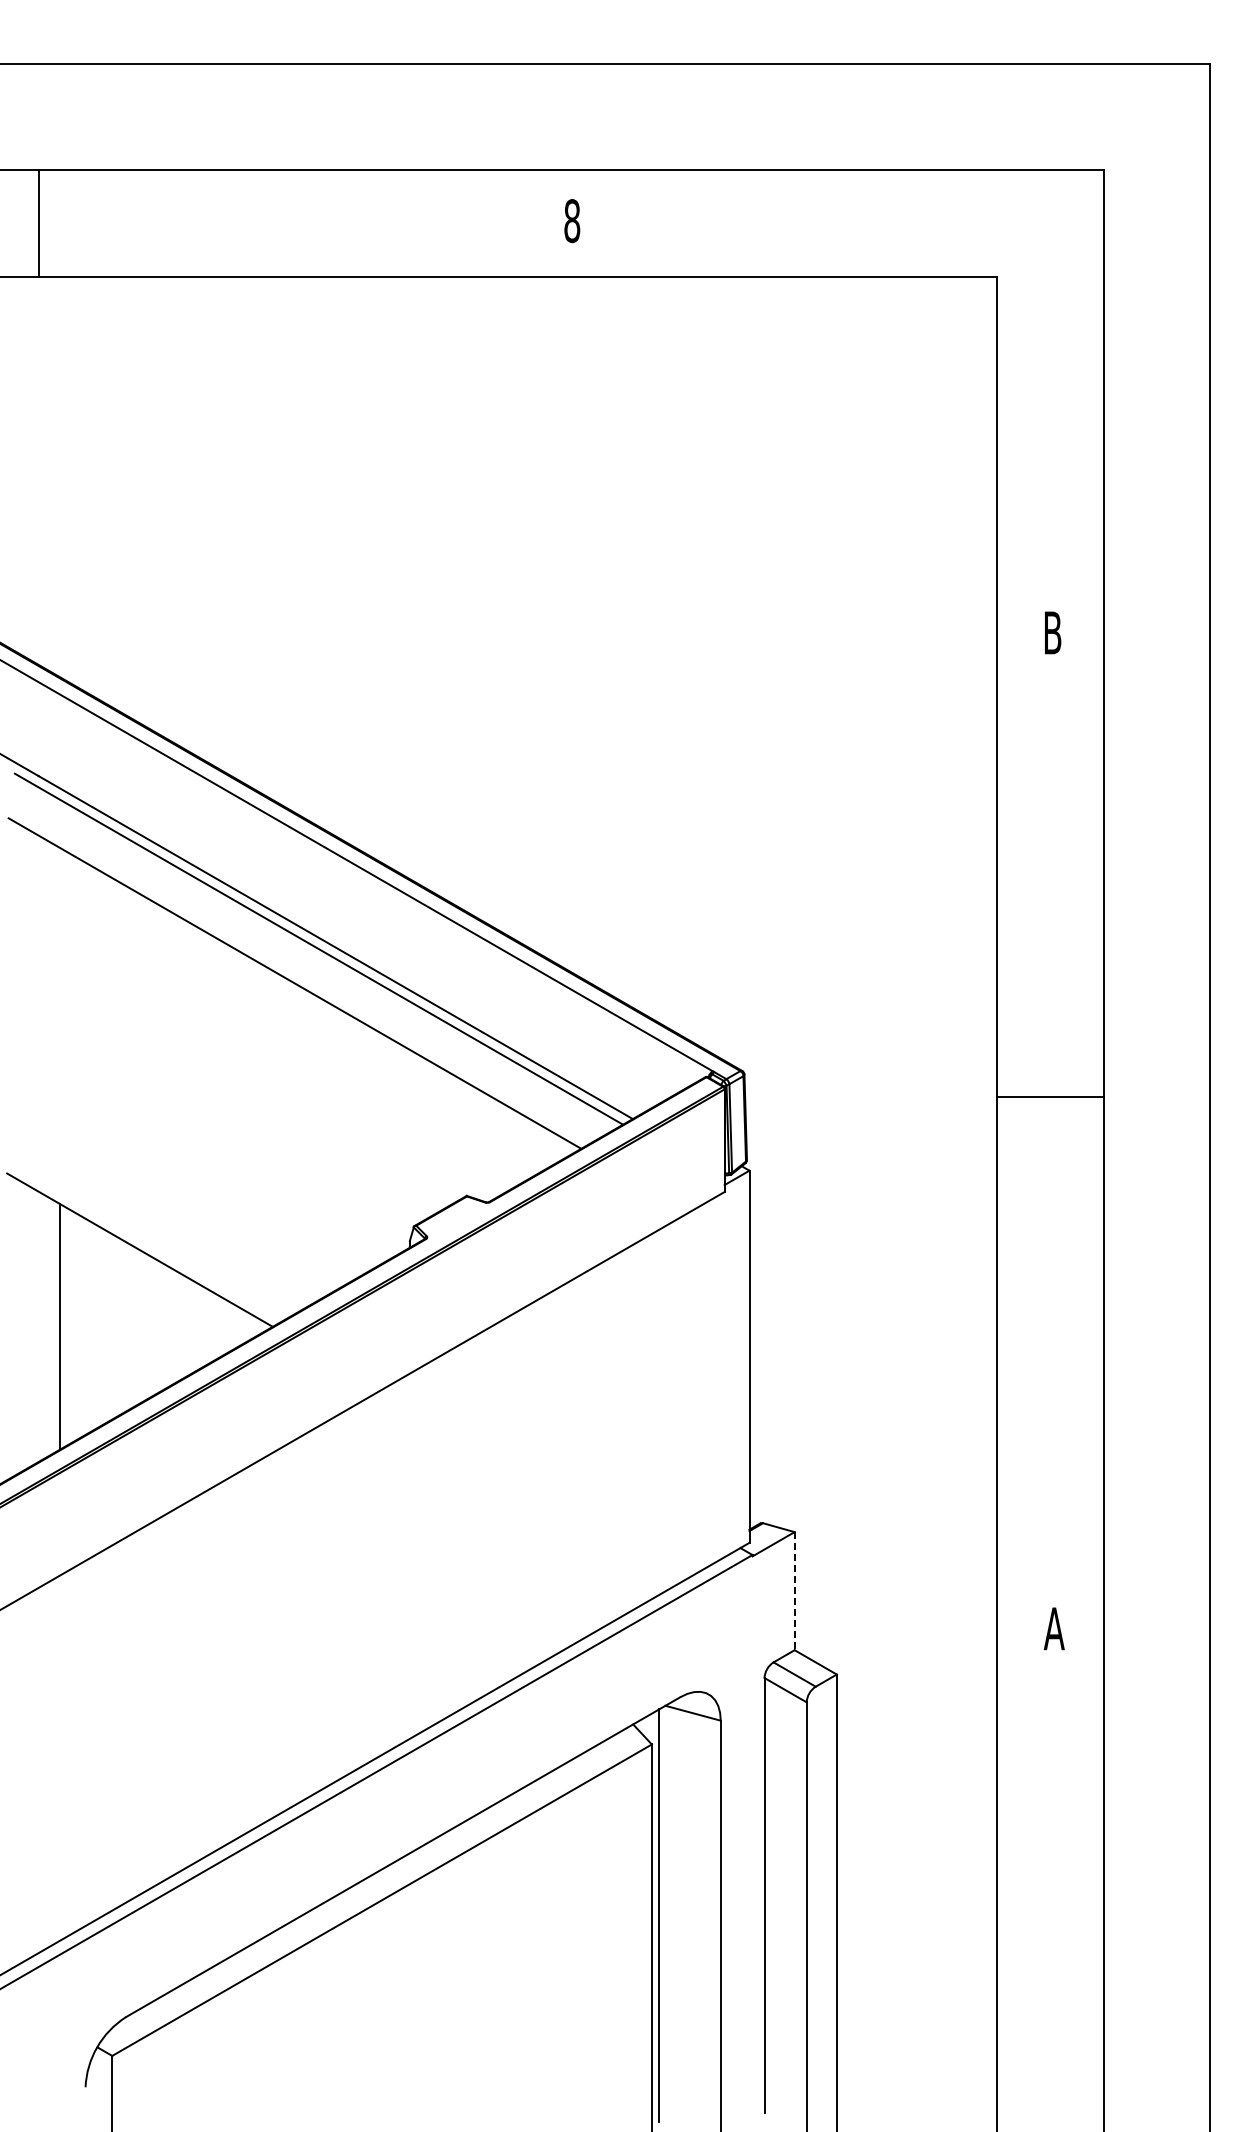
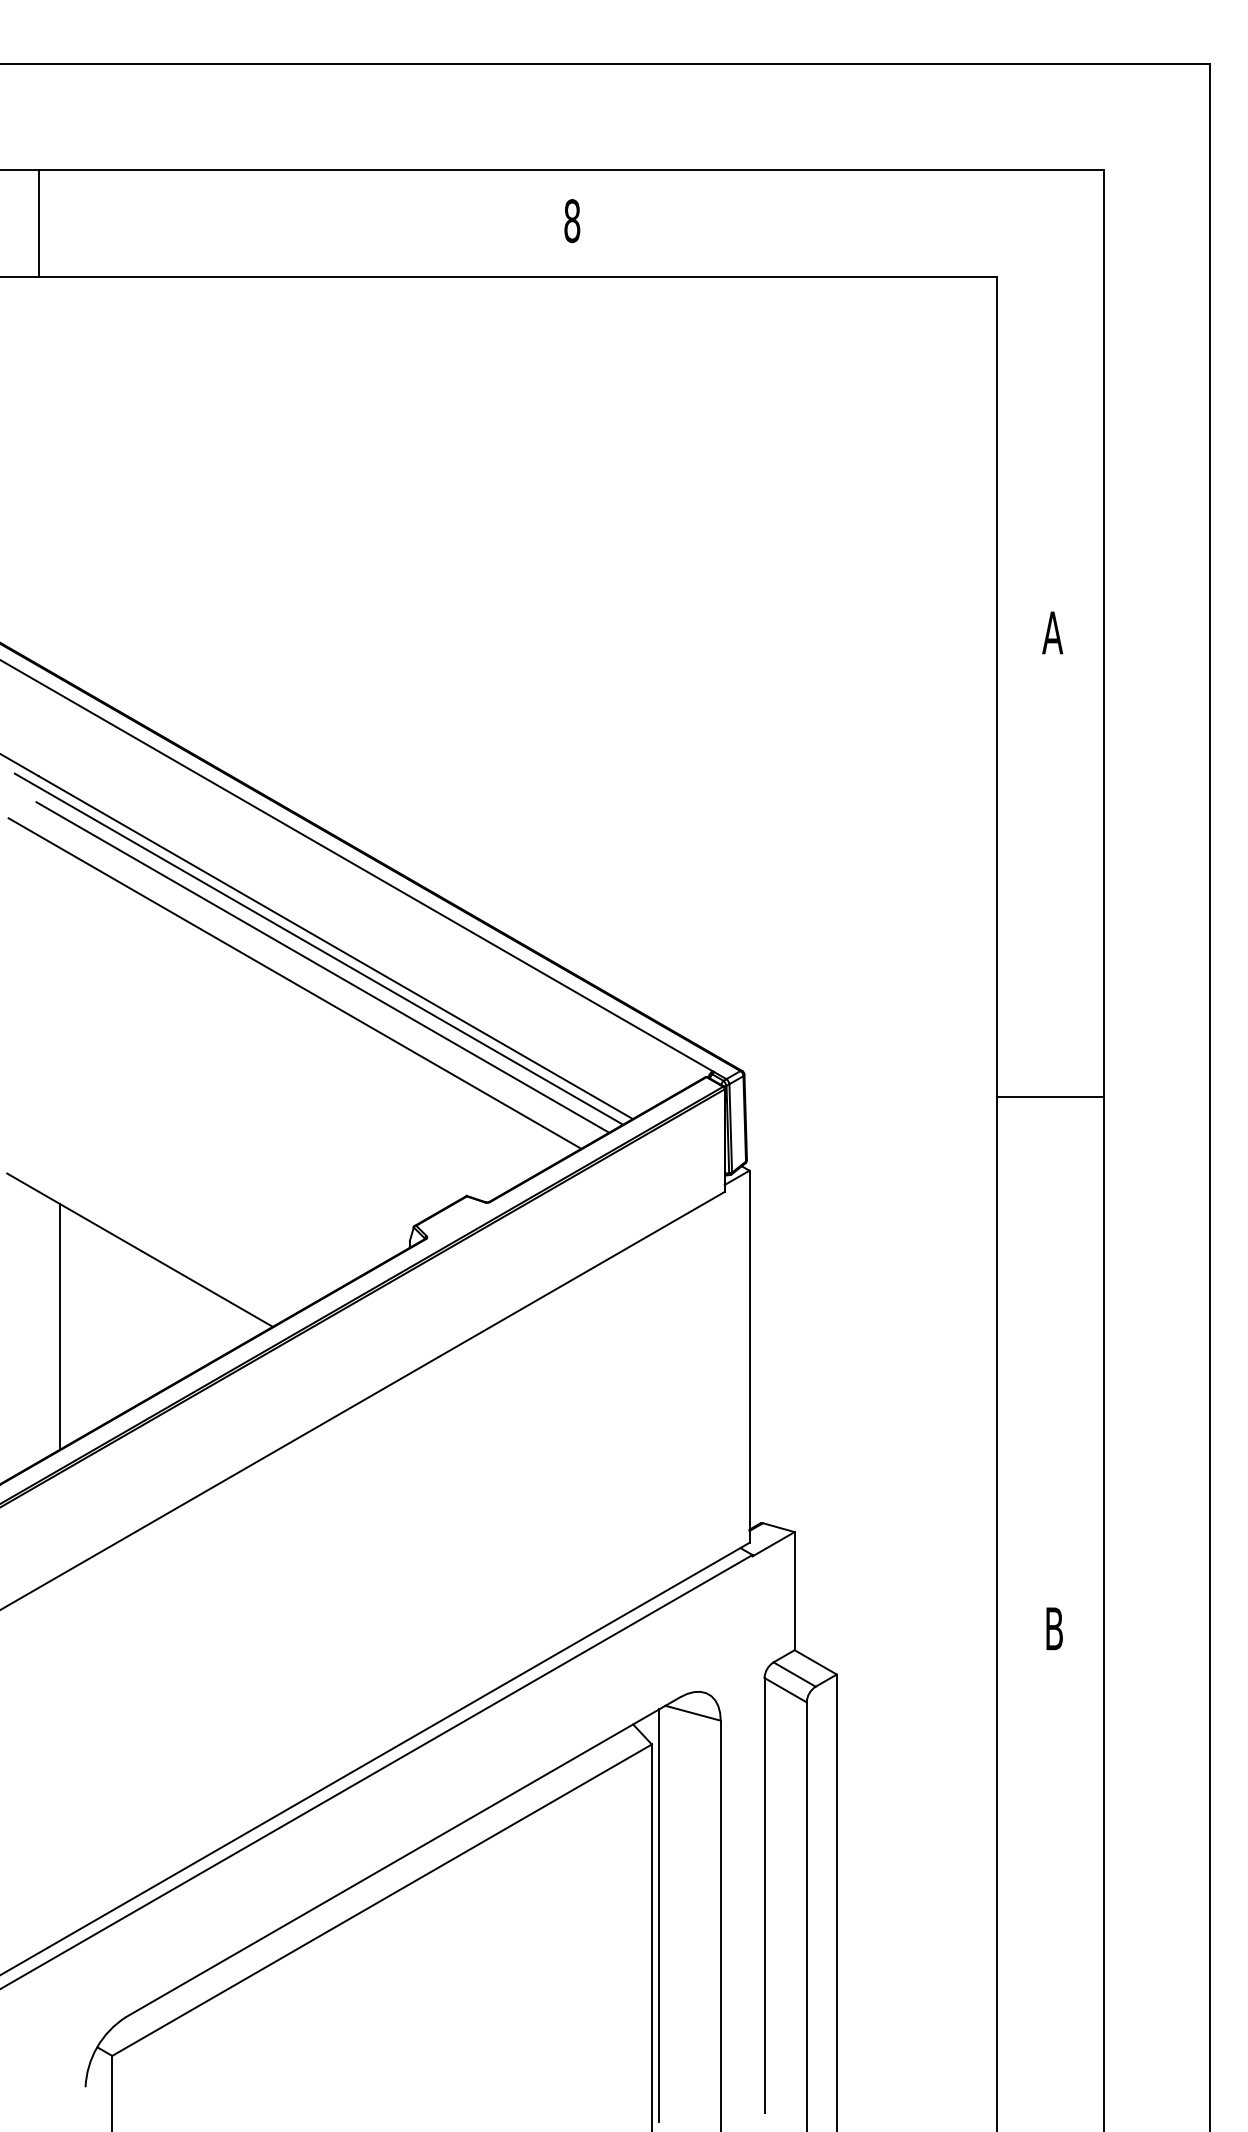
text at (1052, 632): B -> A
line at (322, 967): none -> present
line at (794, 1591): dashed -> solid
text at (1053, 1628): A -> B
